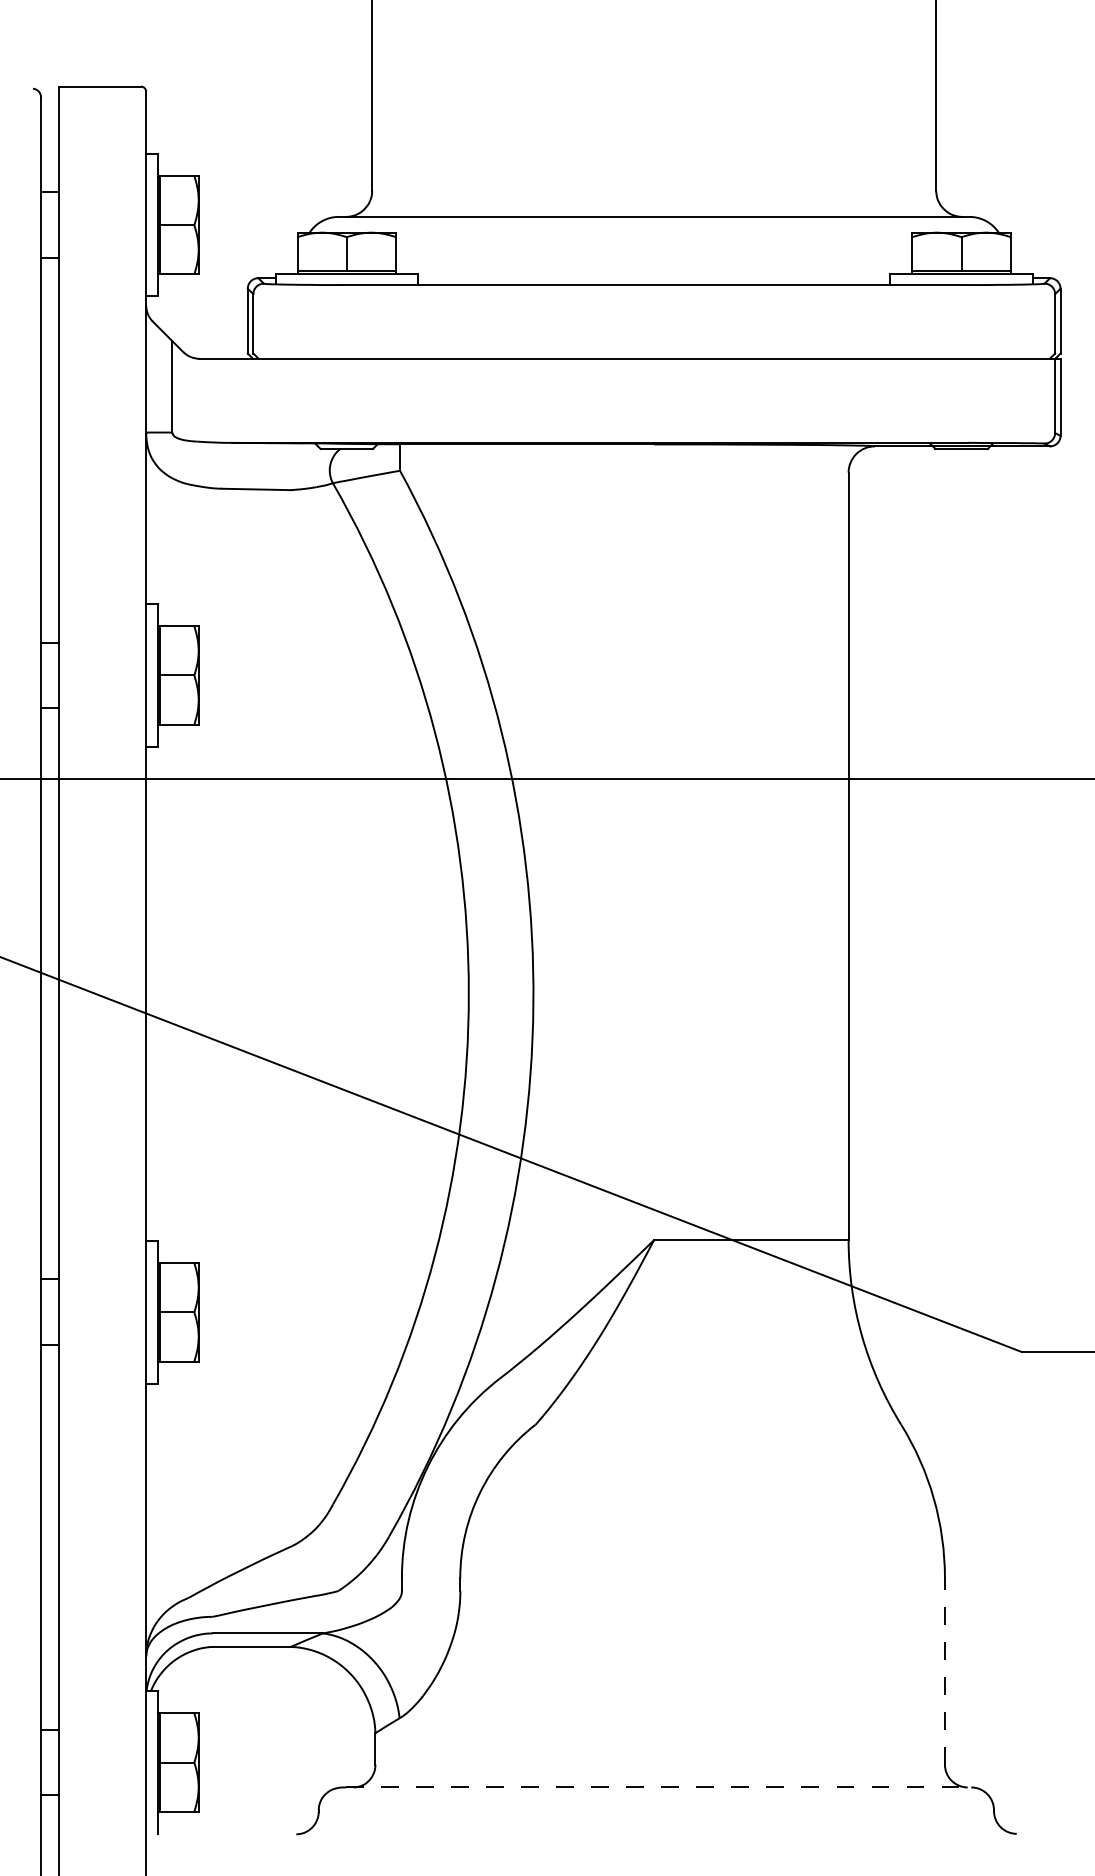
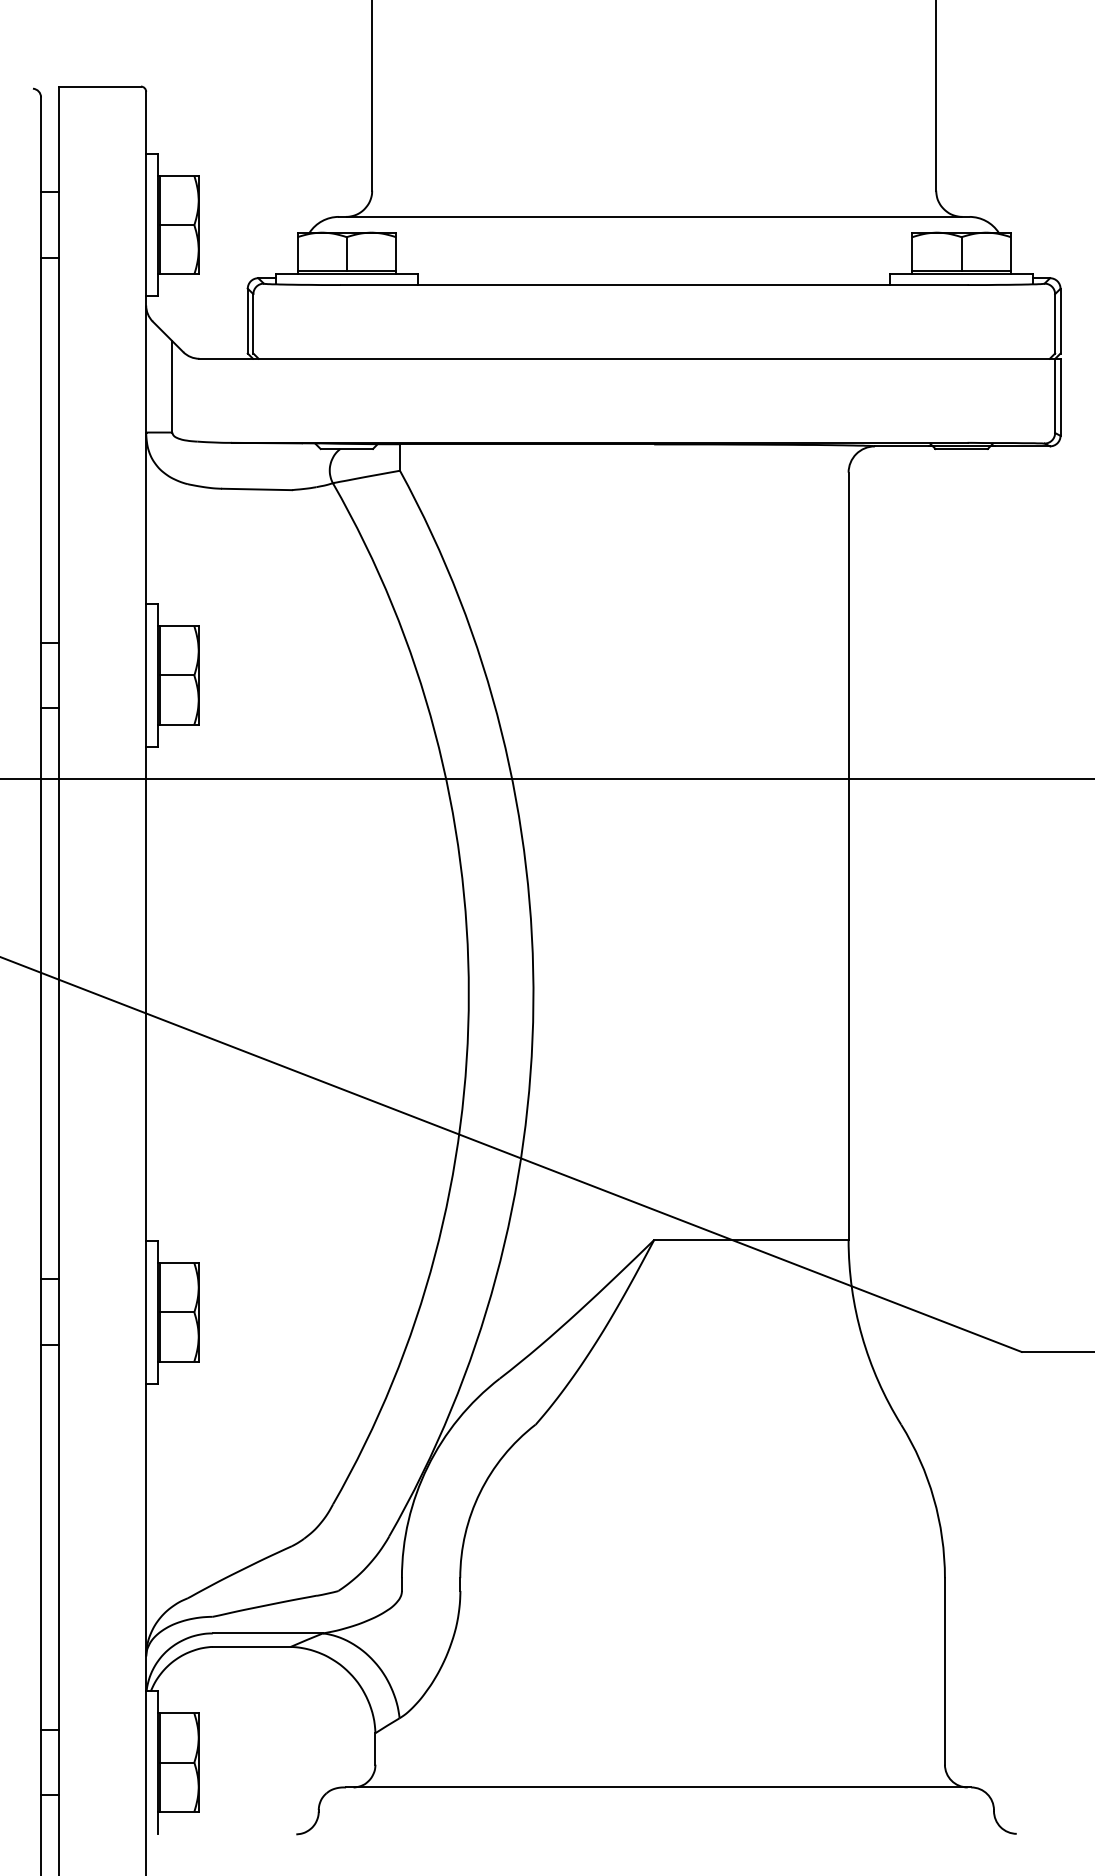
line at (944, 1670): dashed -> solid
line at (658, 1787): dashed -> solid
